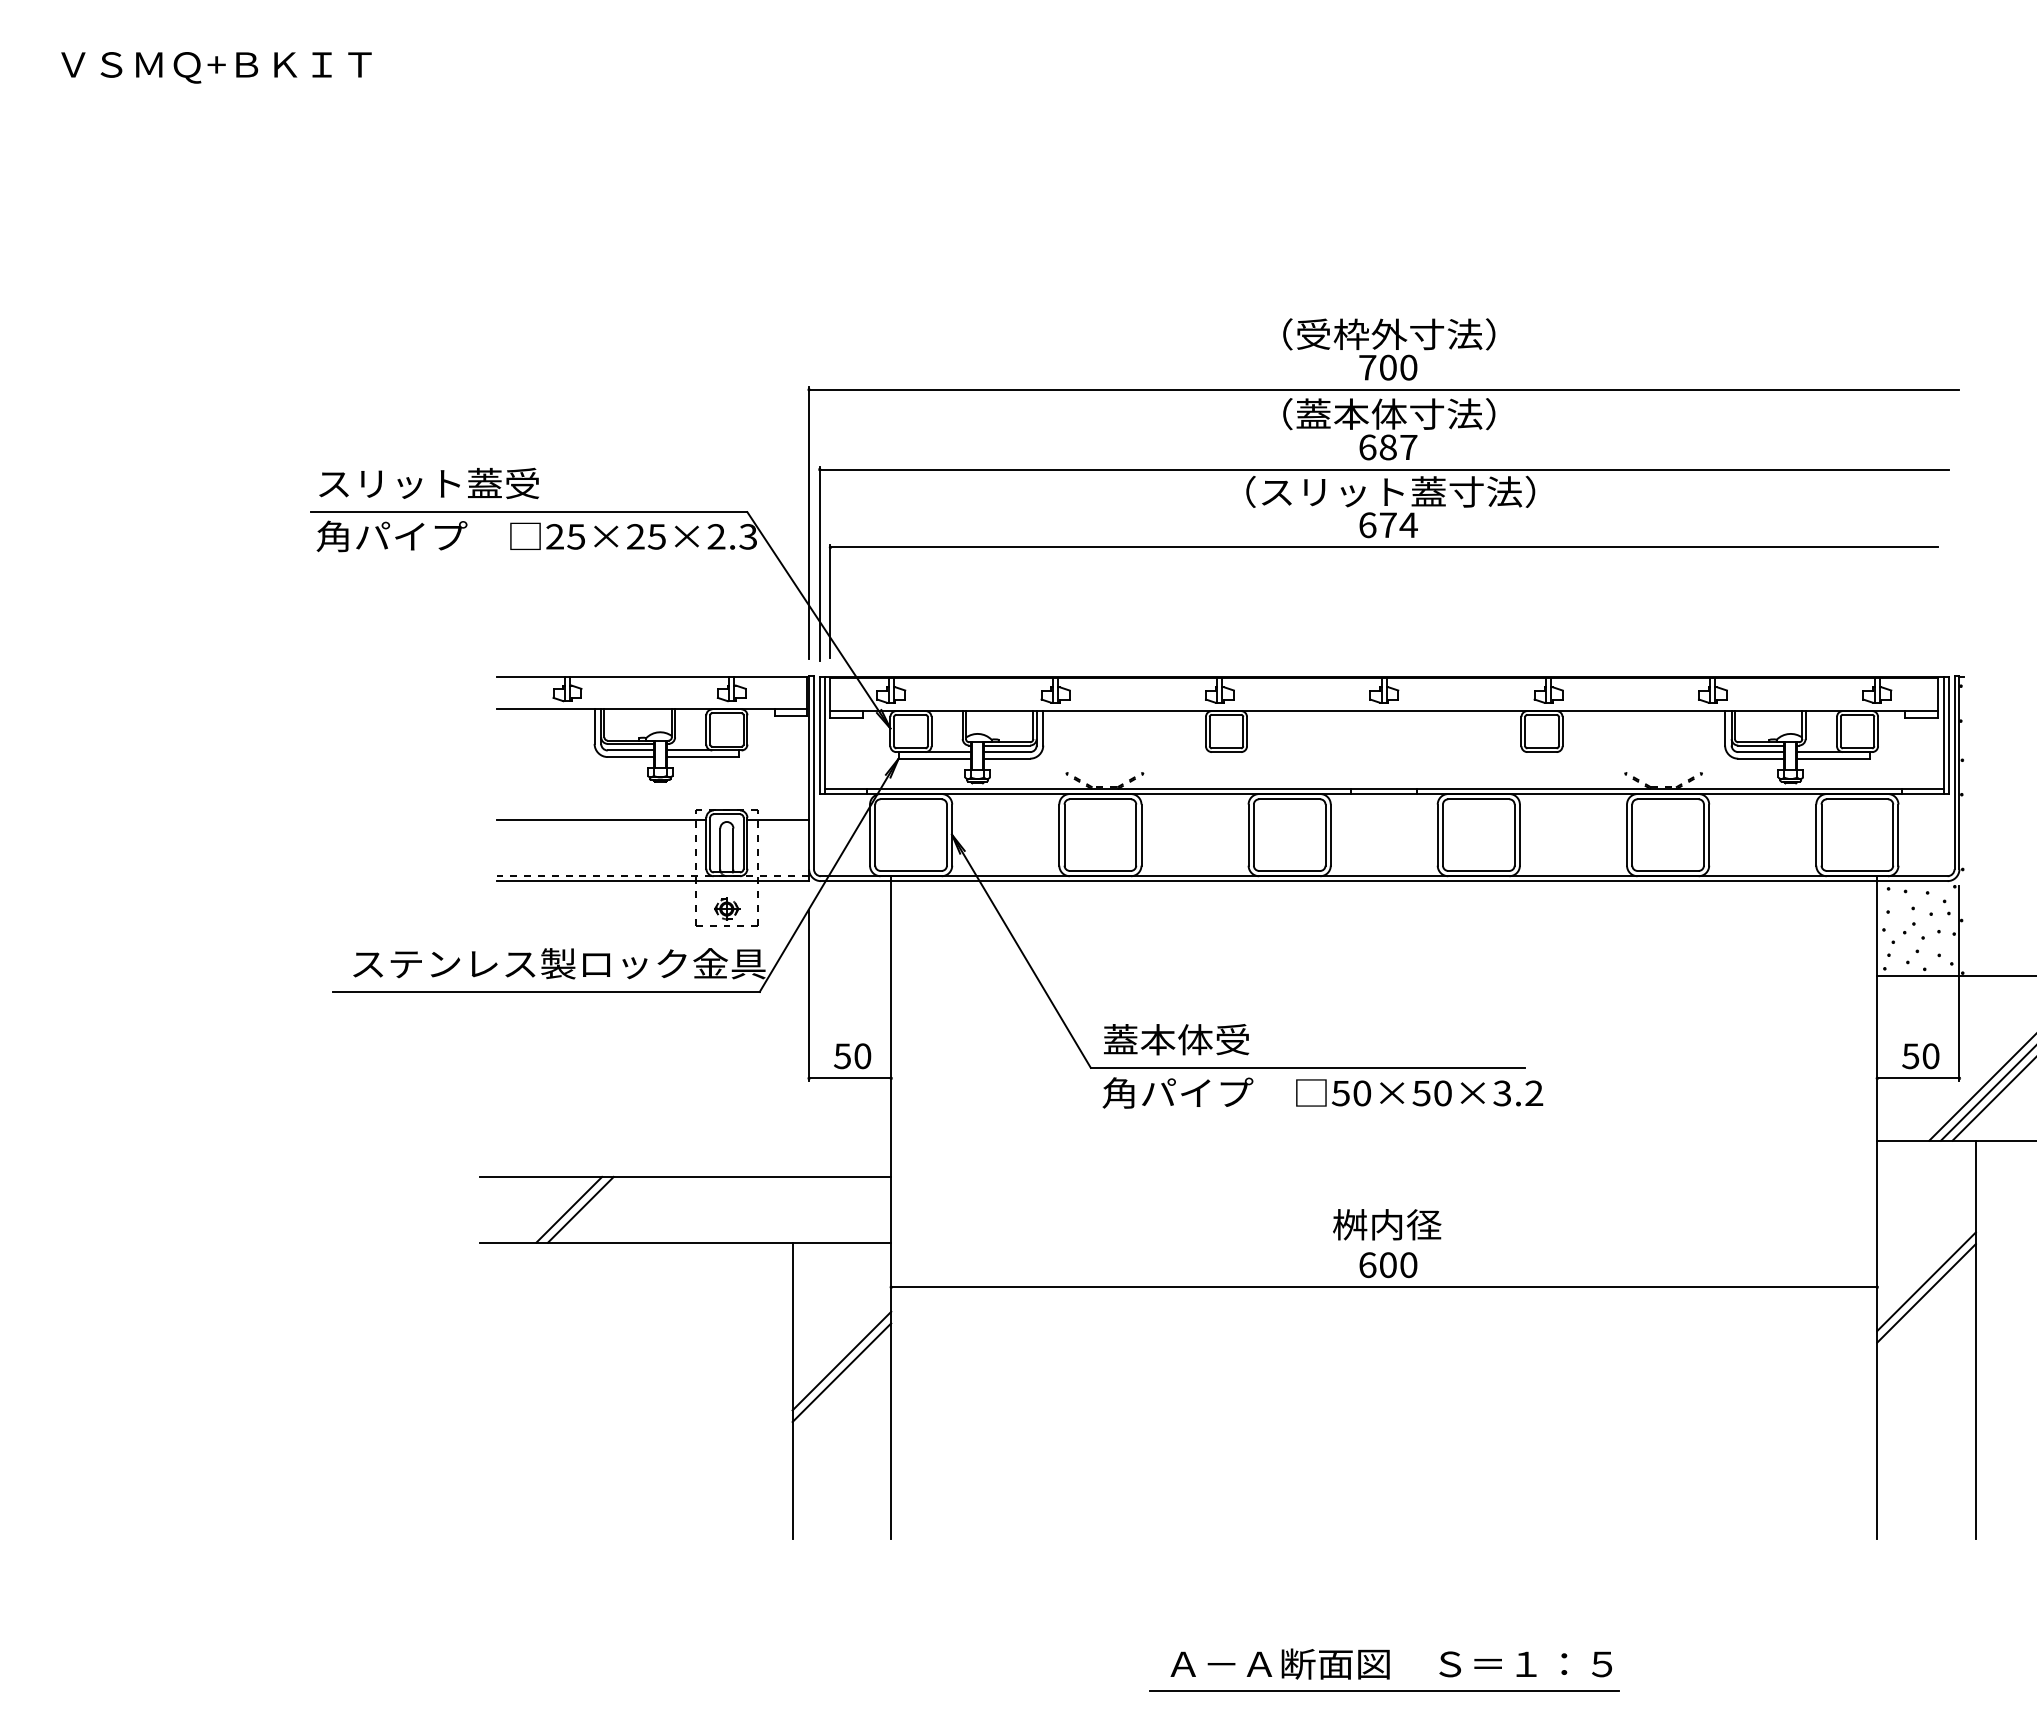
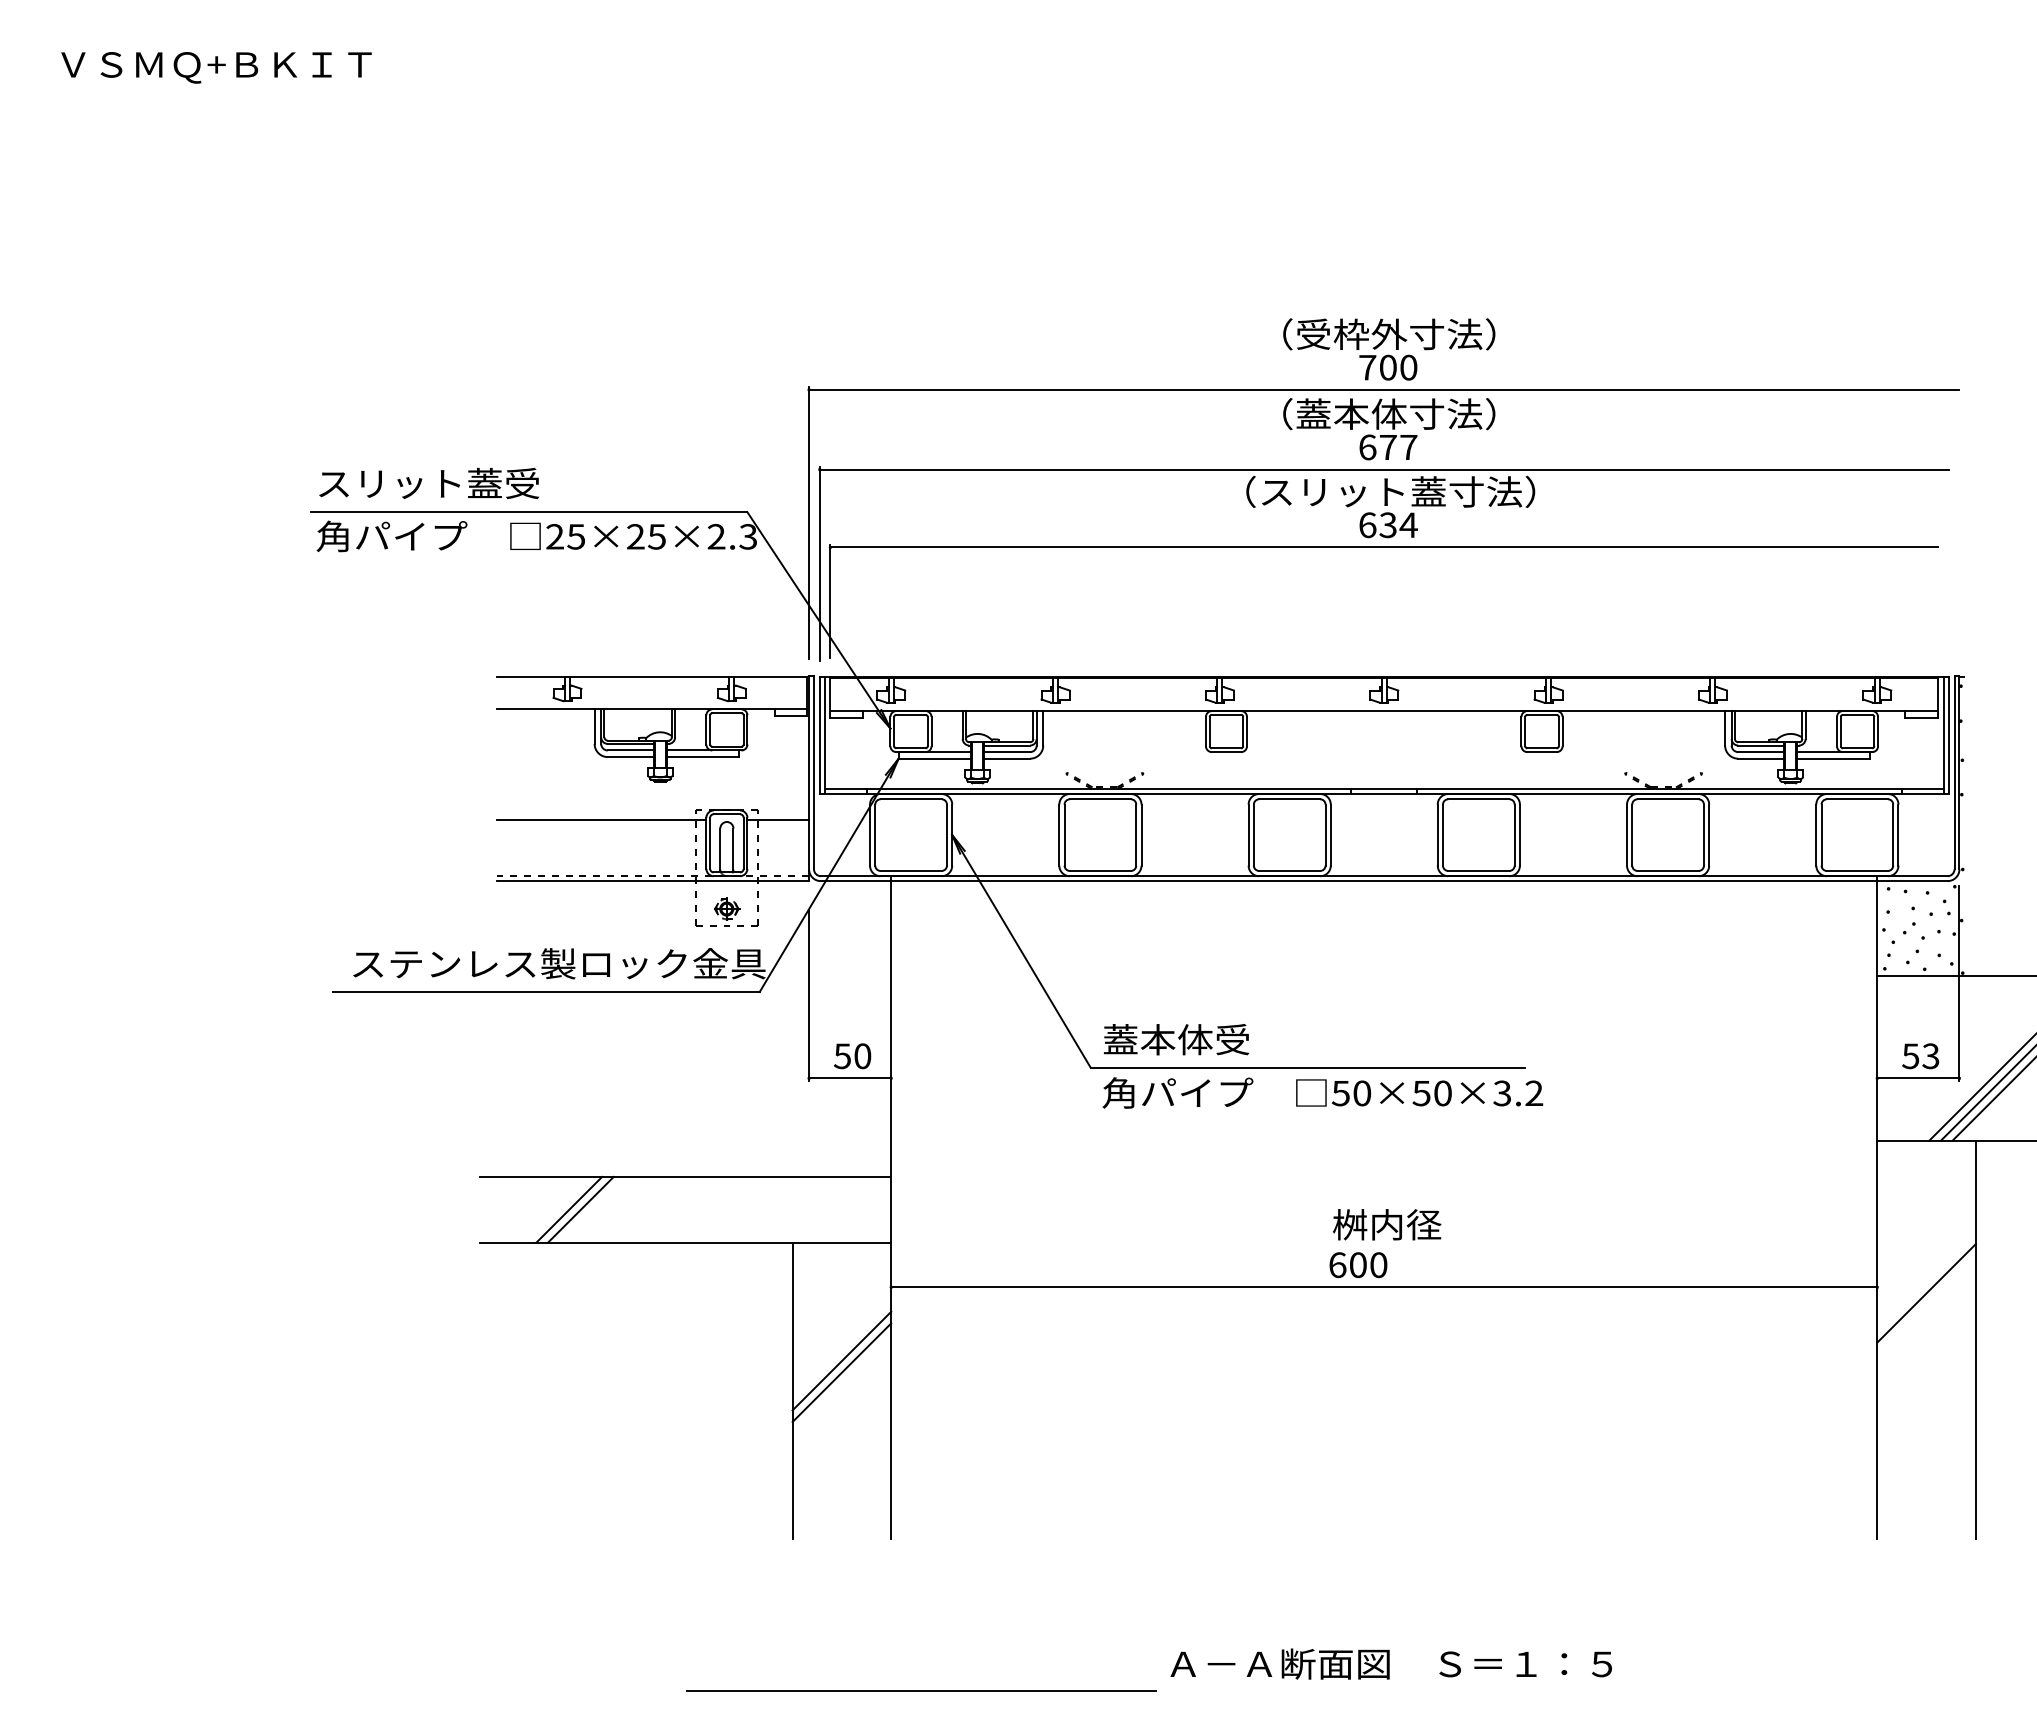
text at (1387, 447): 687 -> 677
text at (1387, 525): 674 -> 634
text at (1930, 1056): 50 -> 53
text at (1388, 1265) position: (1388, 1265) -> (1358, 1265)
line at (1926, 1281): present -> none
line at (1384, 1690) position: (1384, 1690) -> (921, 1690)
